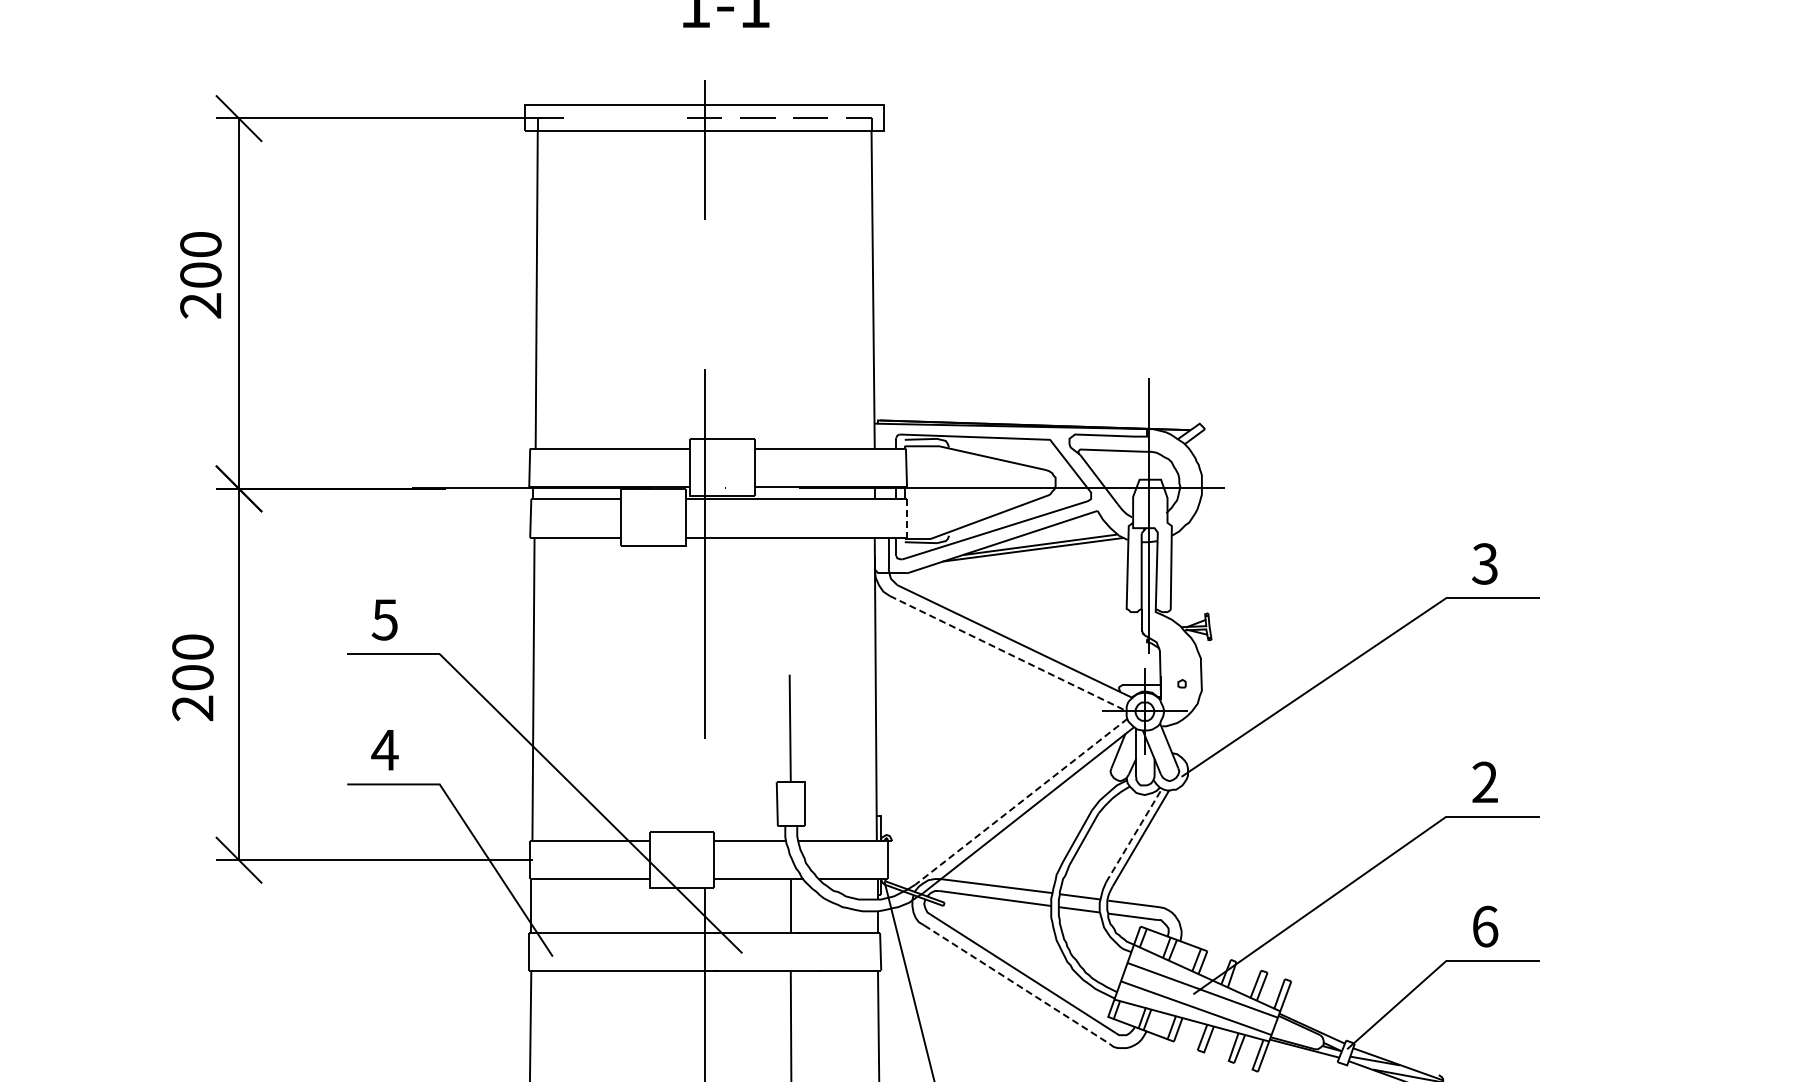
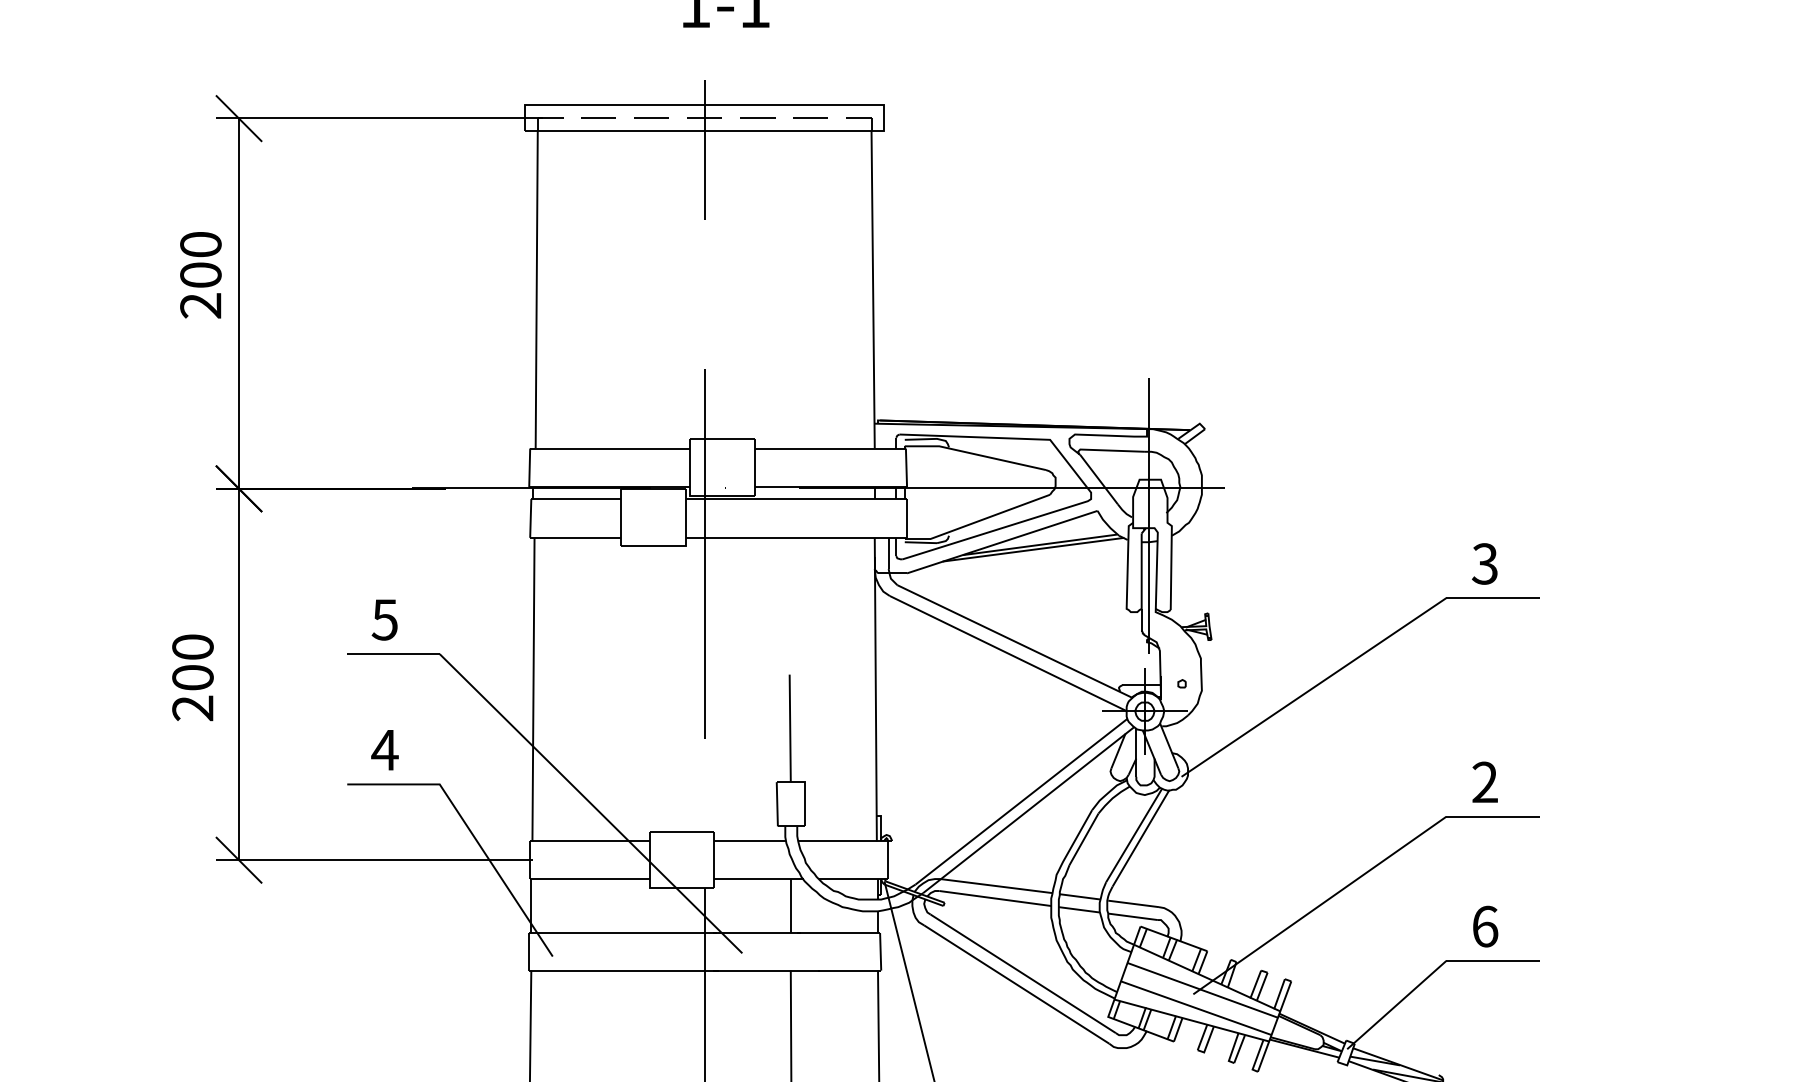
line at (598, 117): none -> present
line at (651, 117): none -> present
line at (907, 518): dashed -> solid
line at (1008, 653): dashed -> solid
line at (1021, 801): dashed -> solid
line at (1134, 835): dashed -> solid
line at (1016, 984): dashed -> solid
